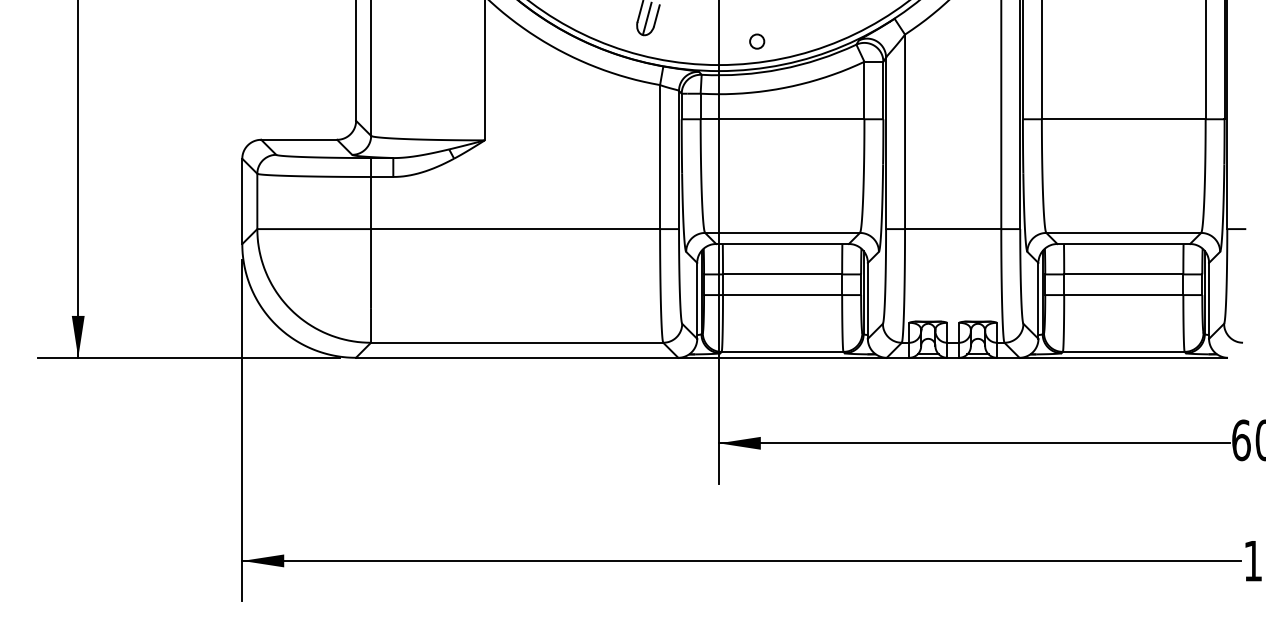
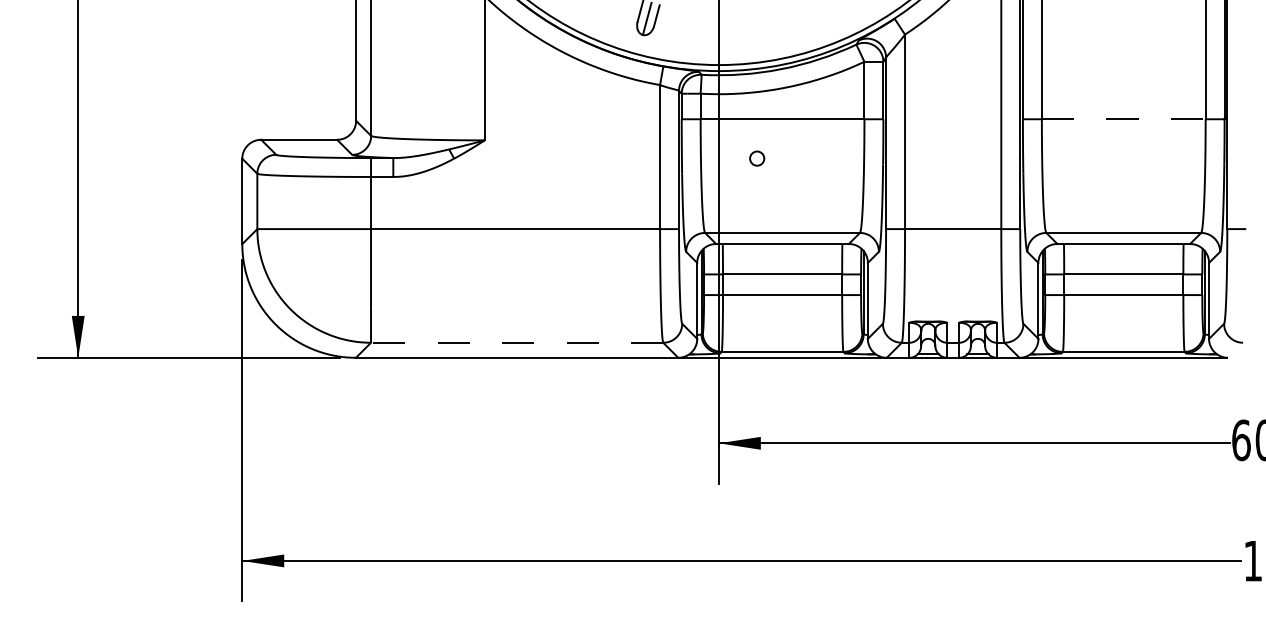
circle at (757, 41) position: (757, 41) -> (757, 158)
line at (1123, 119): solid -> dashed
line at (516, 342): solid -> dashed
